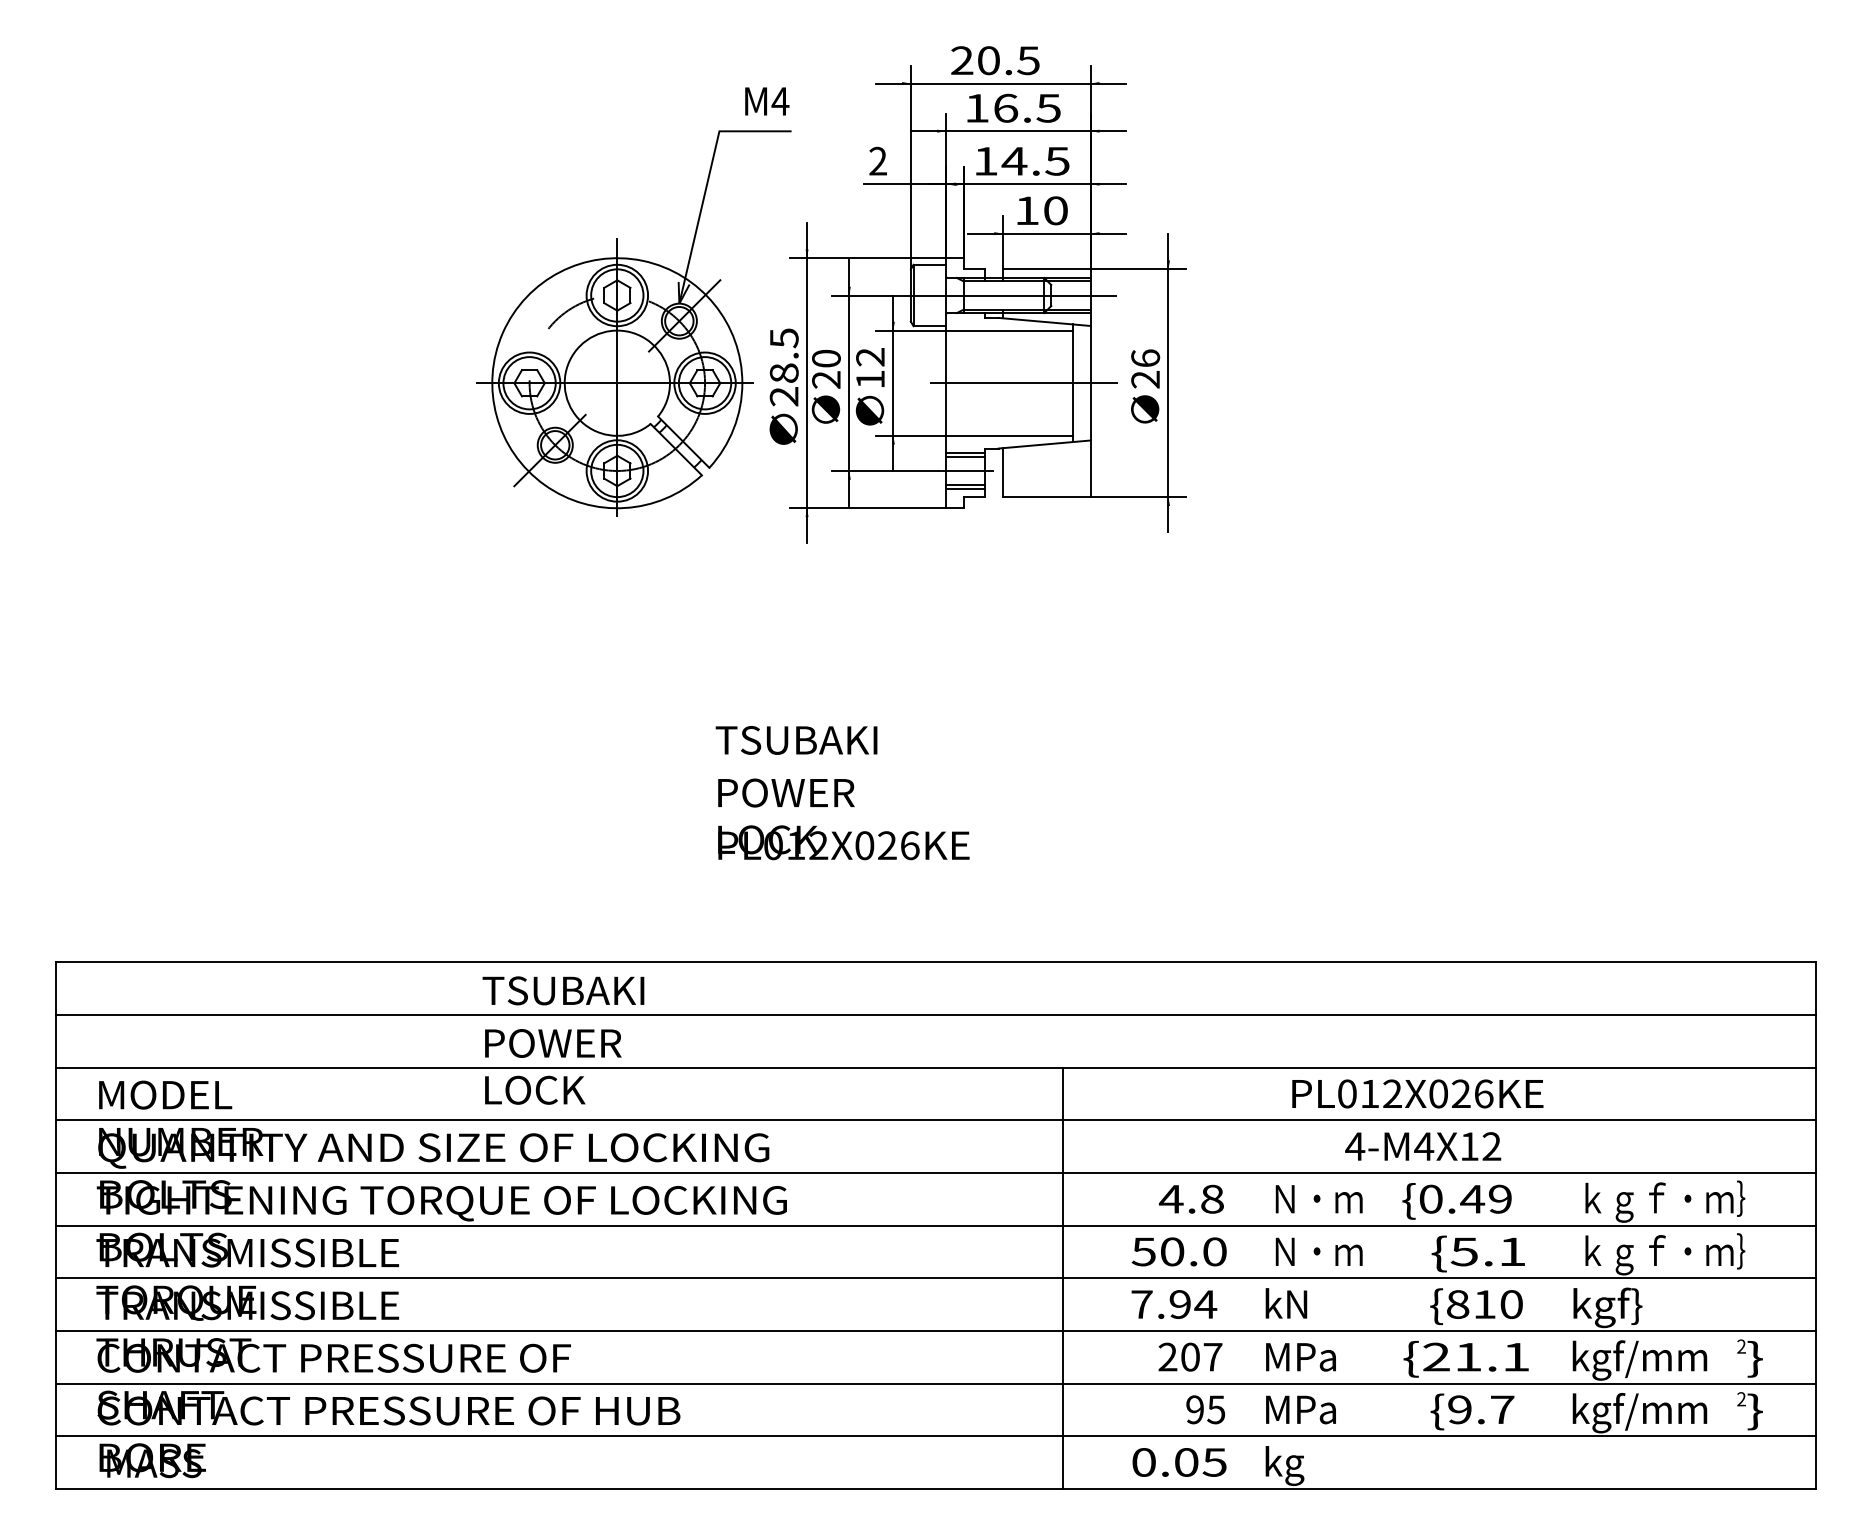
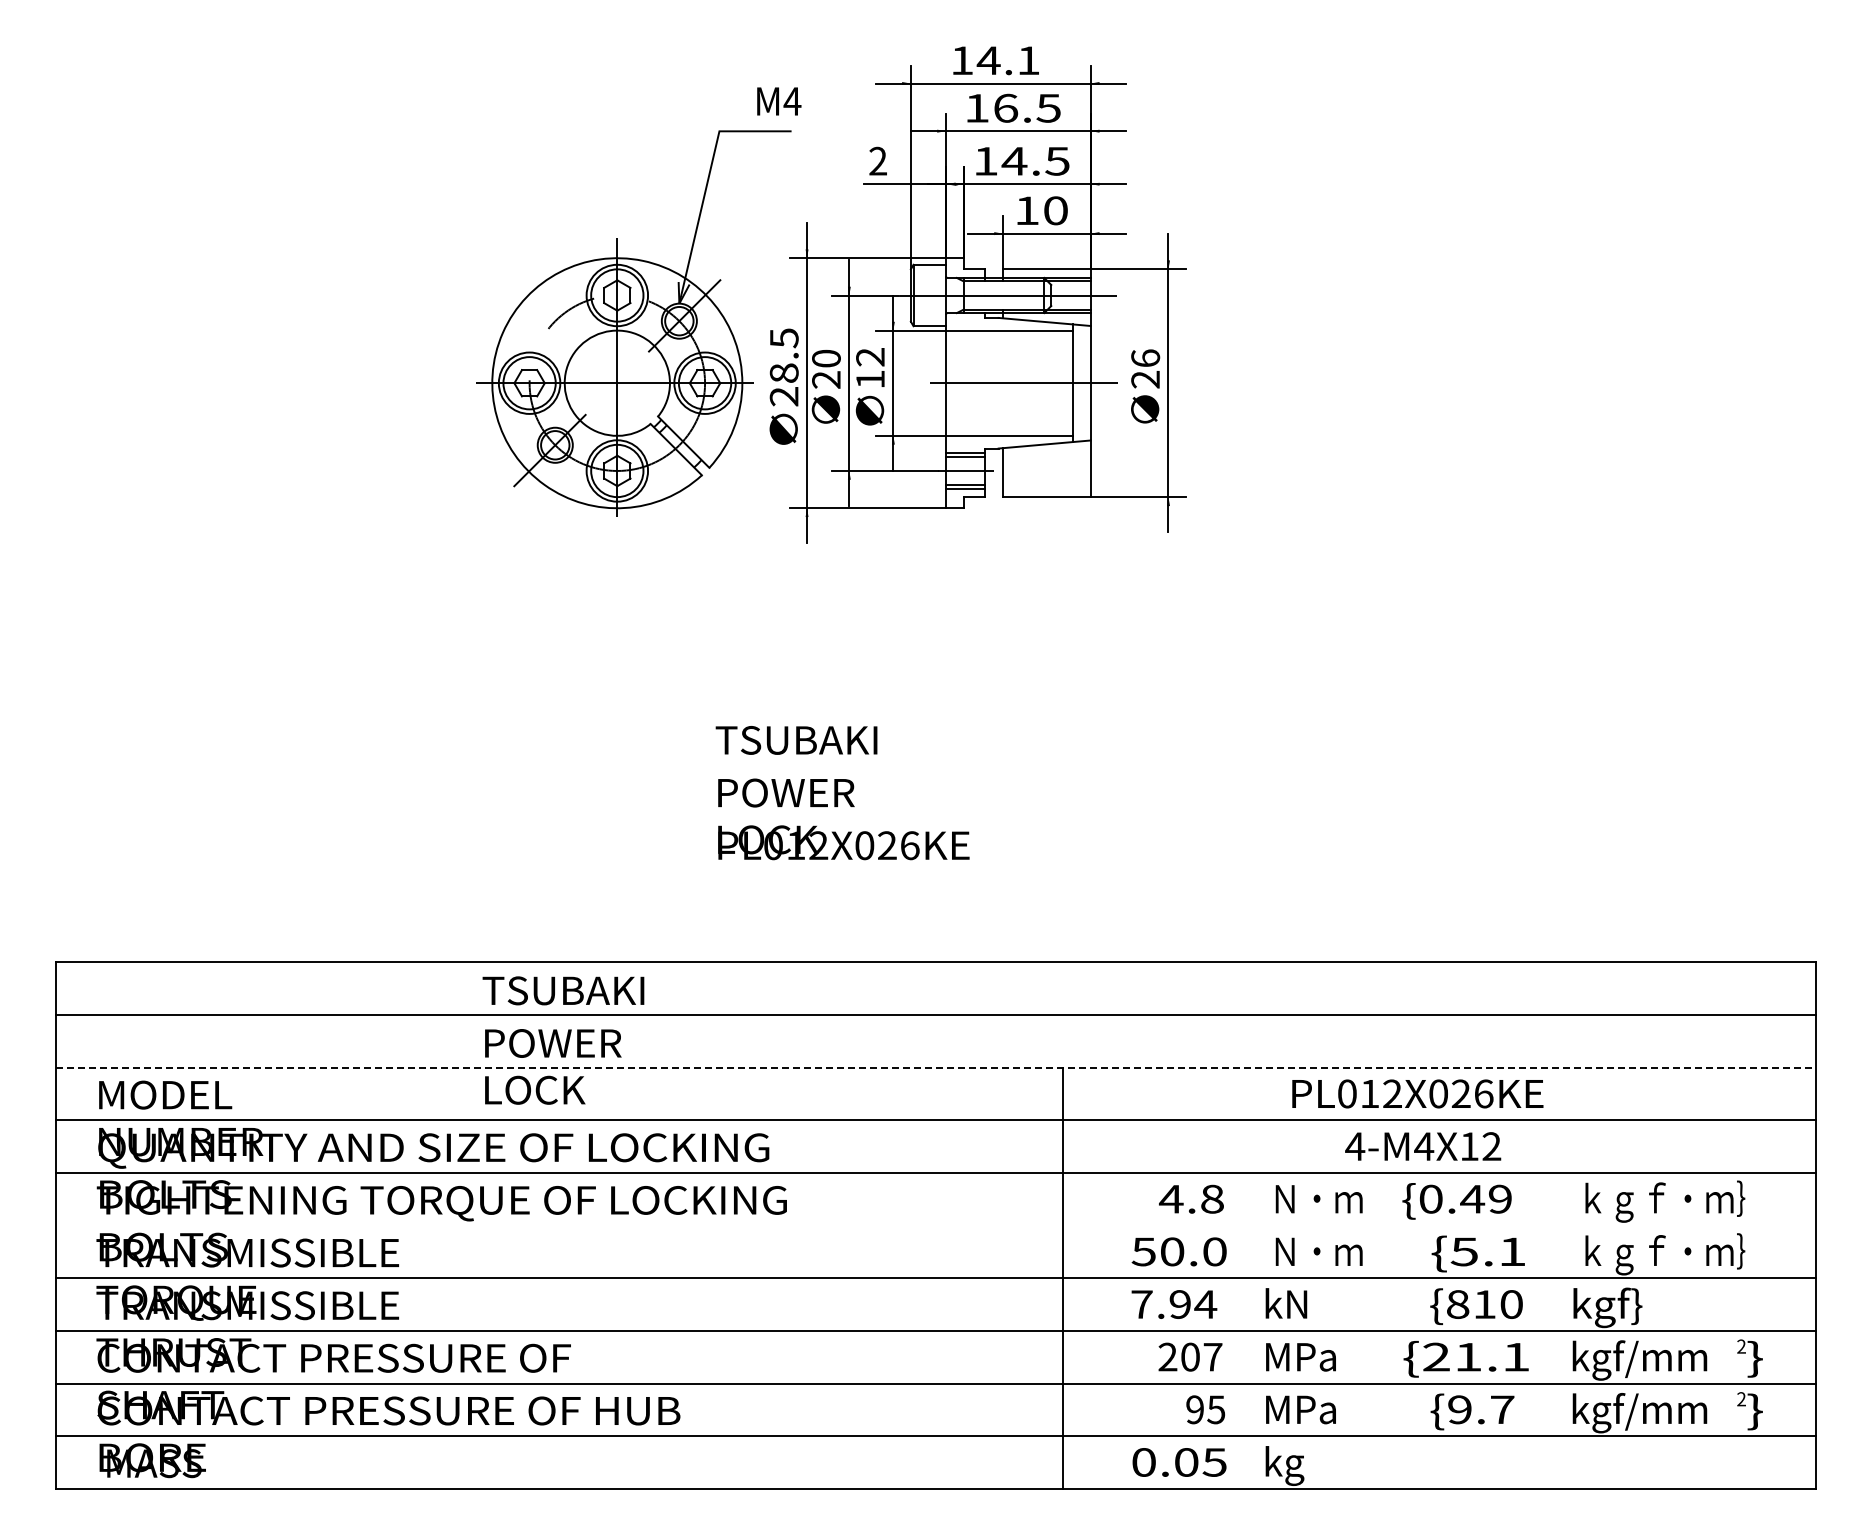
text at (995, 60): 20.5 -> 14.1
text at (767, 101) position: (767, 101) -> (779, 101)
line at (936, 1067): solid -> dashed
line at (935, 1225): present -> none
